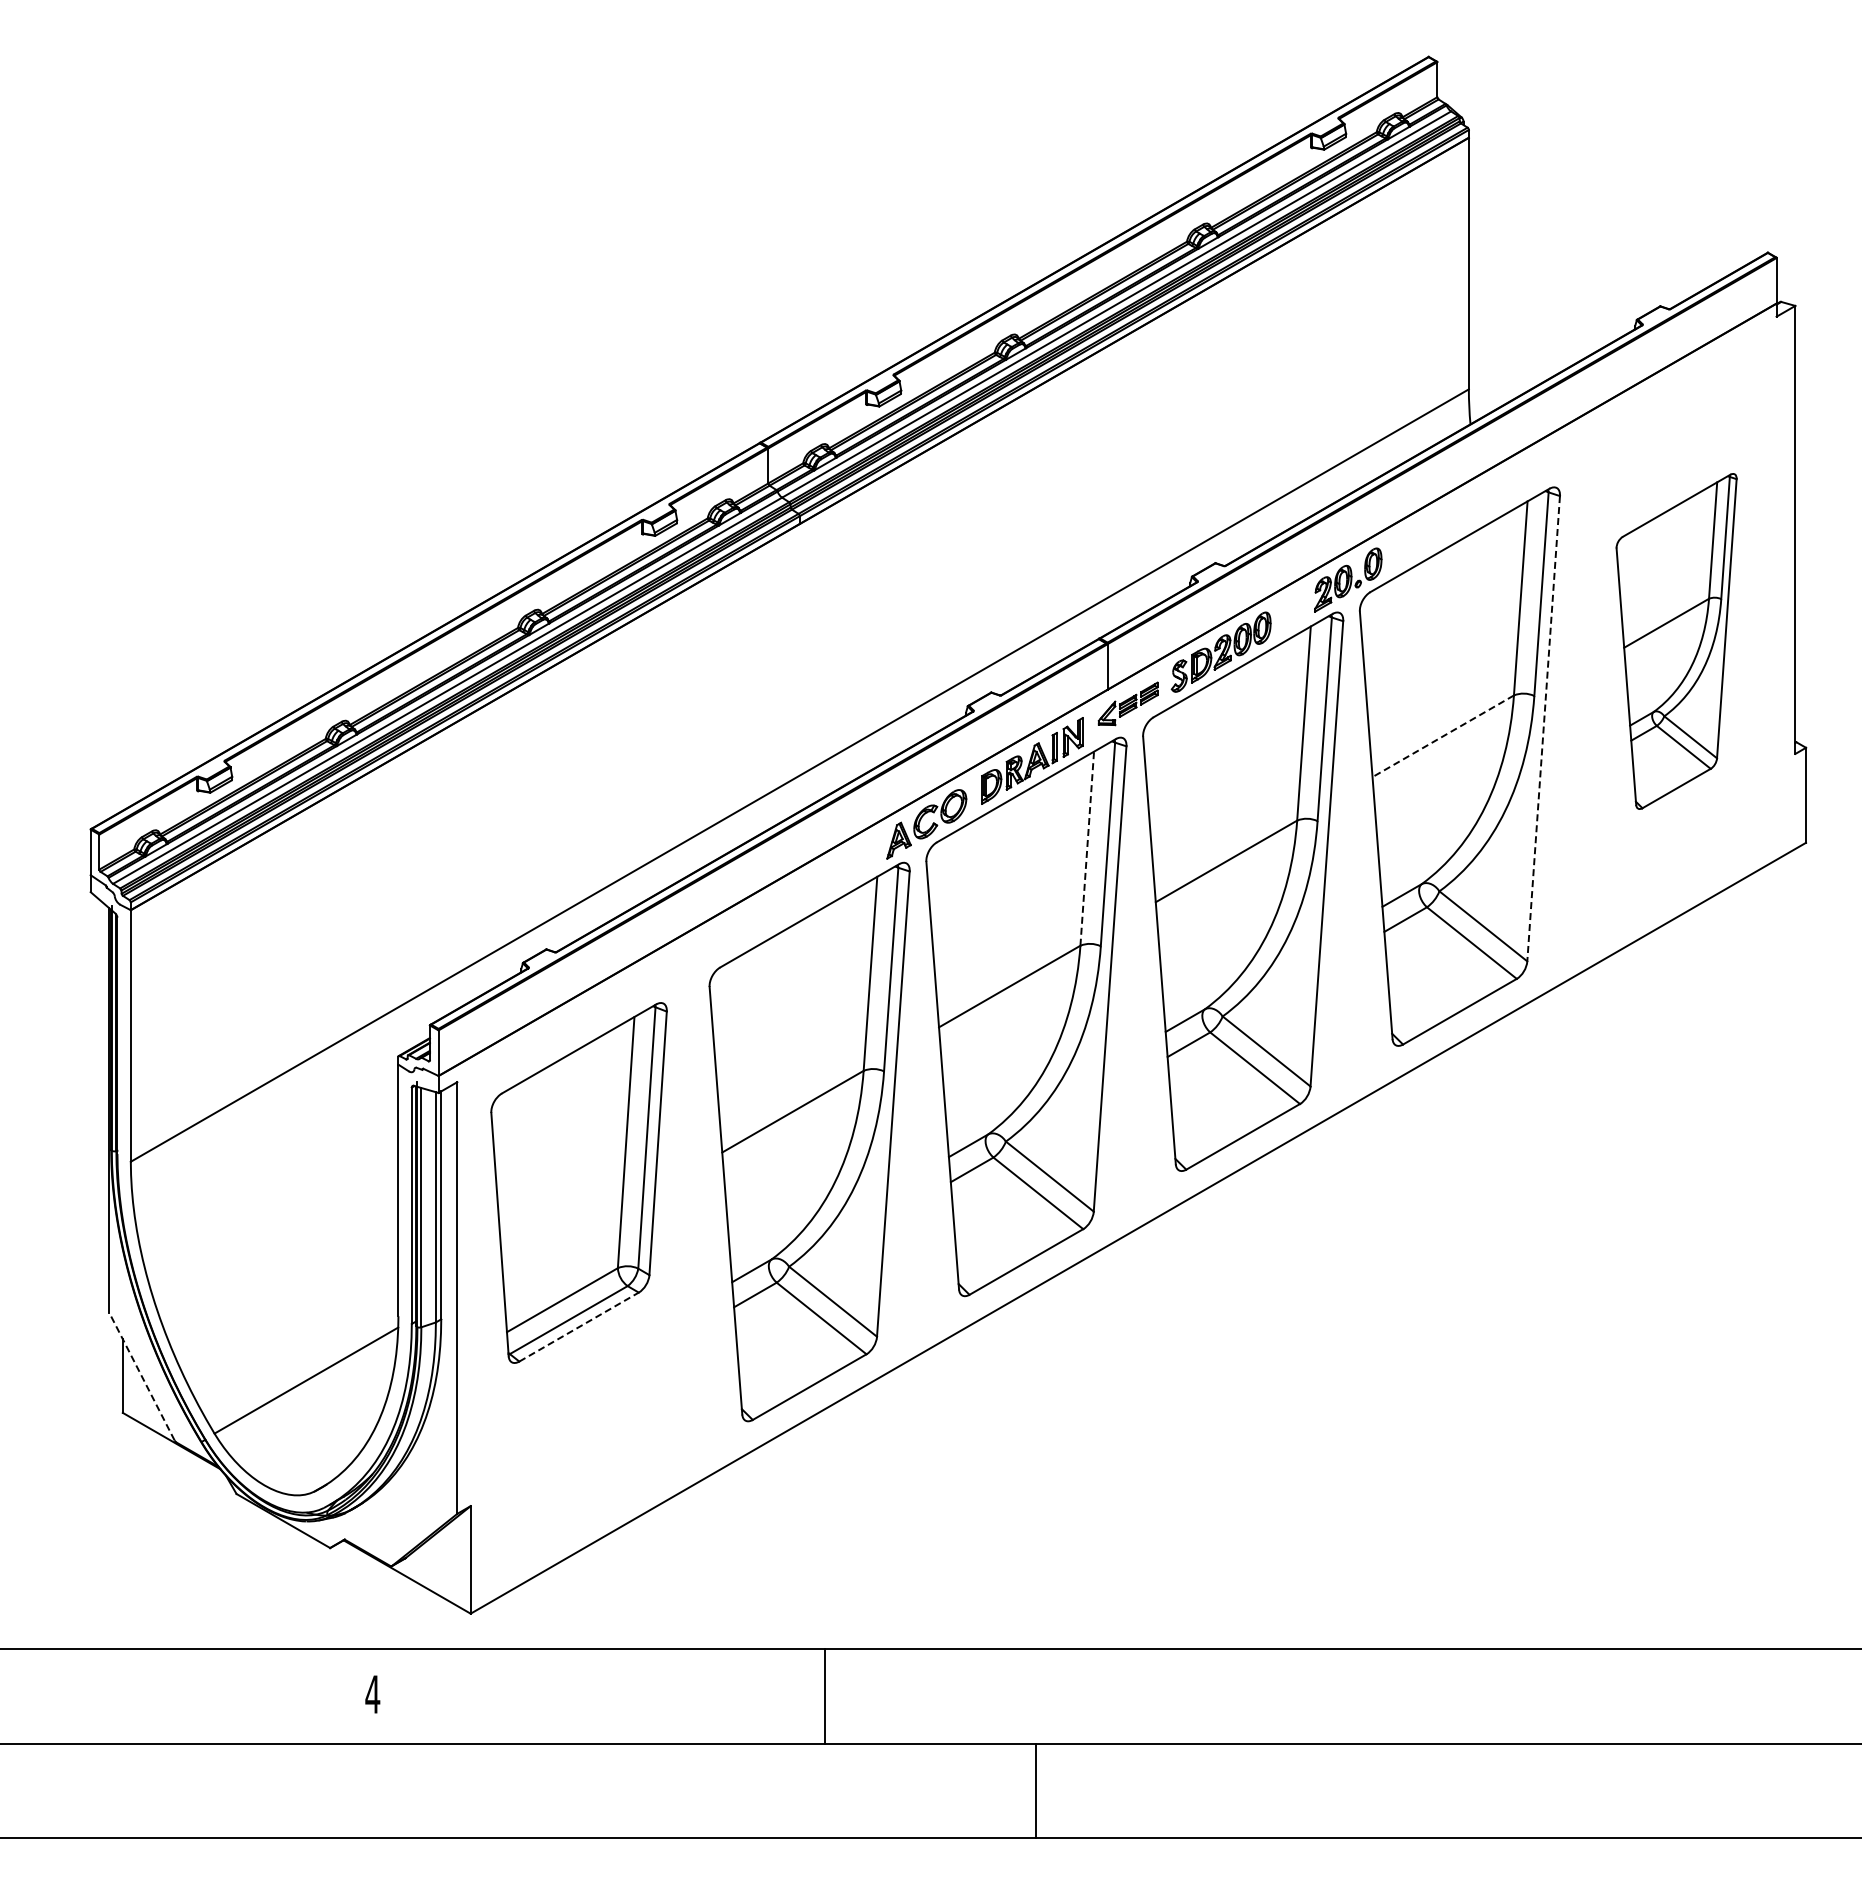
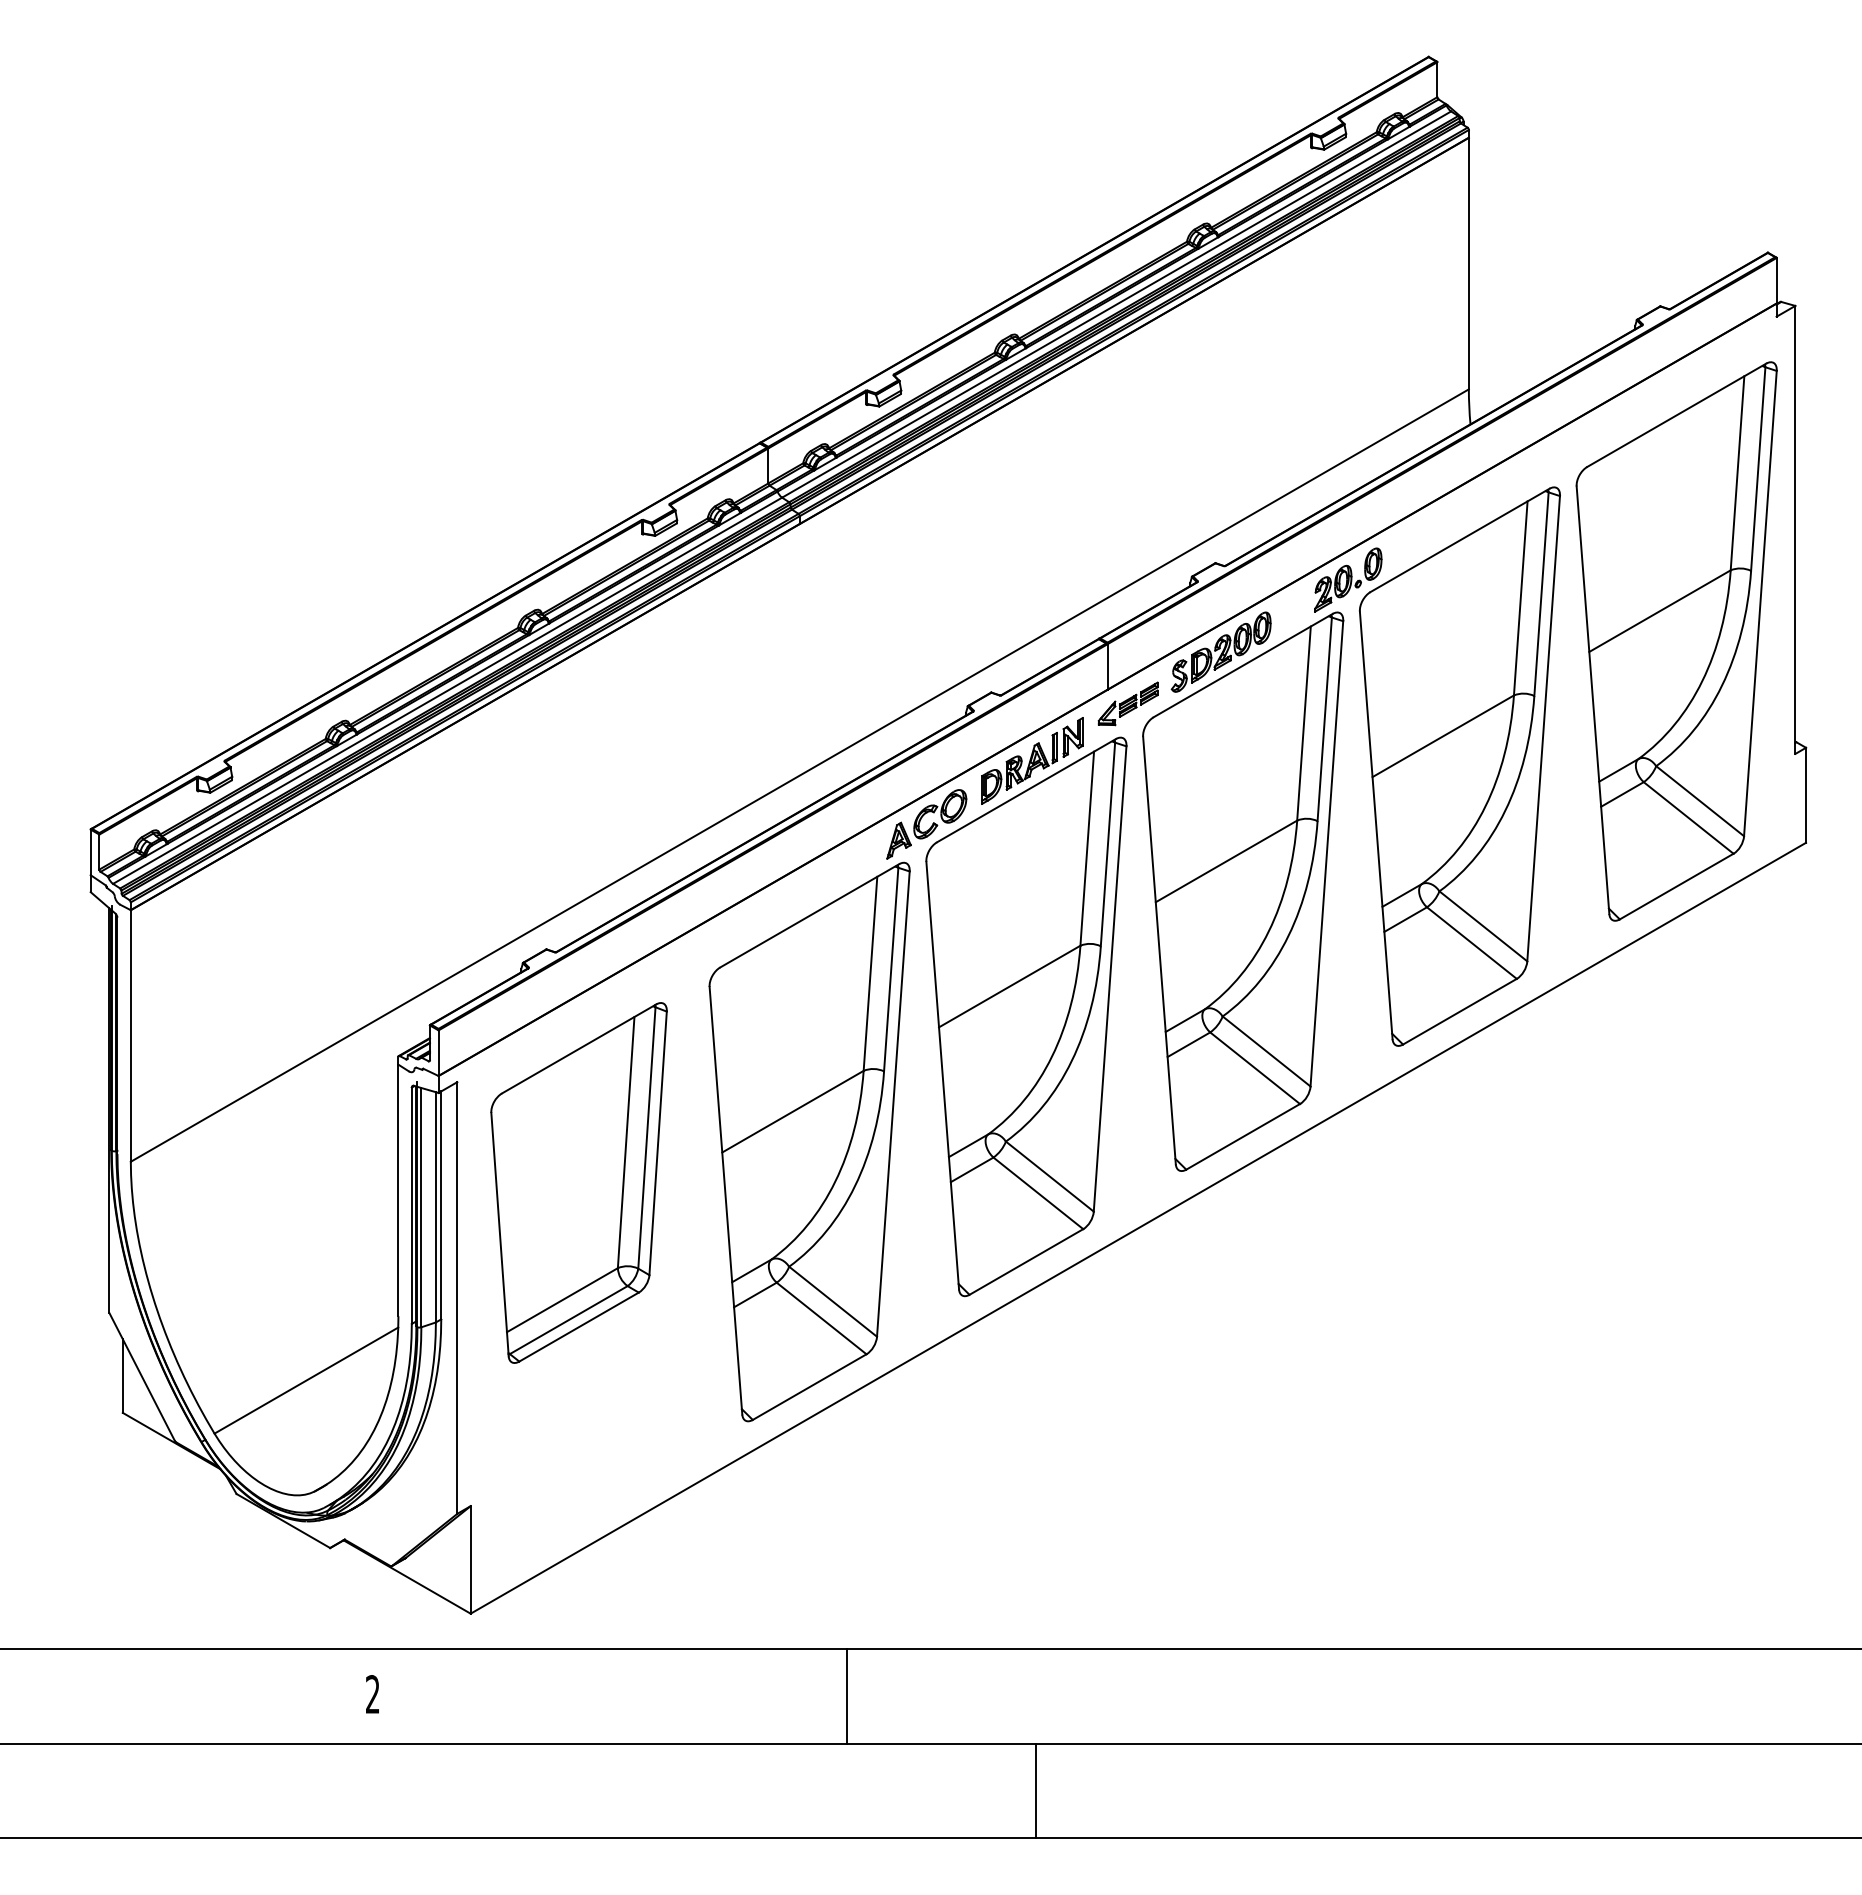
part at (1676, 641) size: 123x337 px -> 203x561 px
line at (1543, 729): dashed -> solid
line at (1443, 736): dashed -> solid
line at (1087, 848): dashed -> solid
line at (579, 1327): dashed -> solid
line at (141, 1376): dashed -> solid
text at (372, 1694): 4 -> 2
line at (825, 1695) position: (825, 1695) -> (847, 1695)
